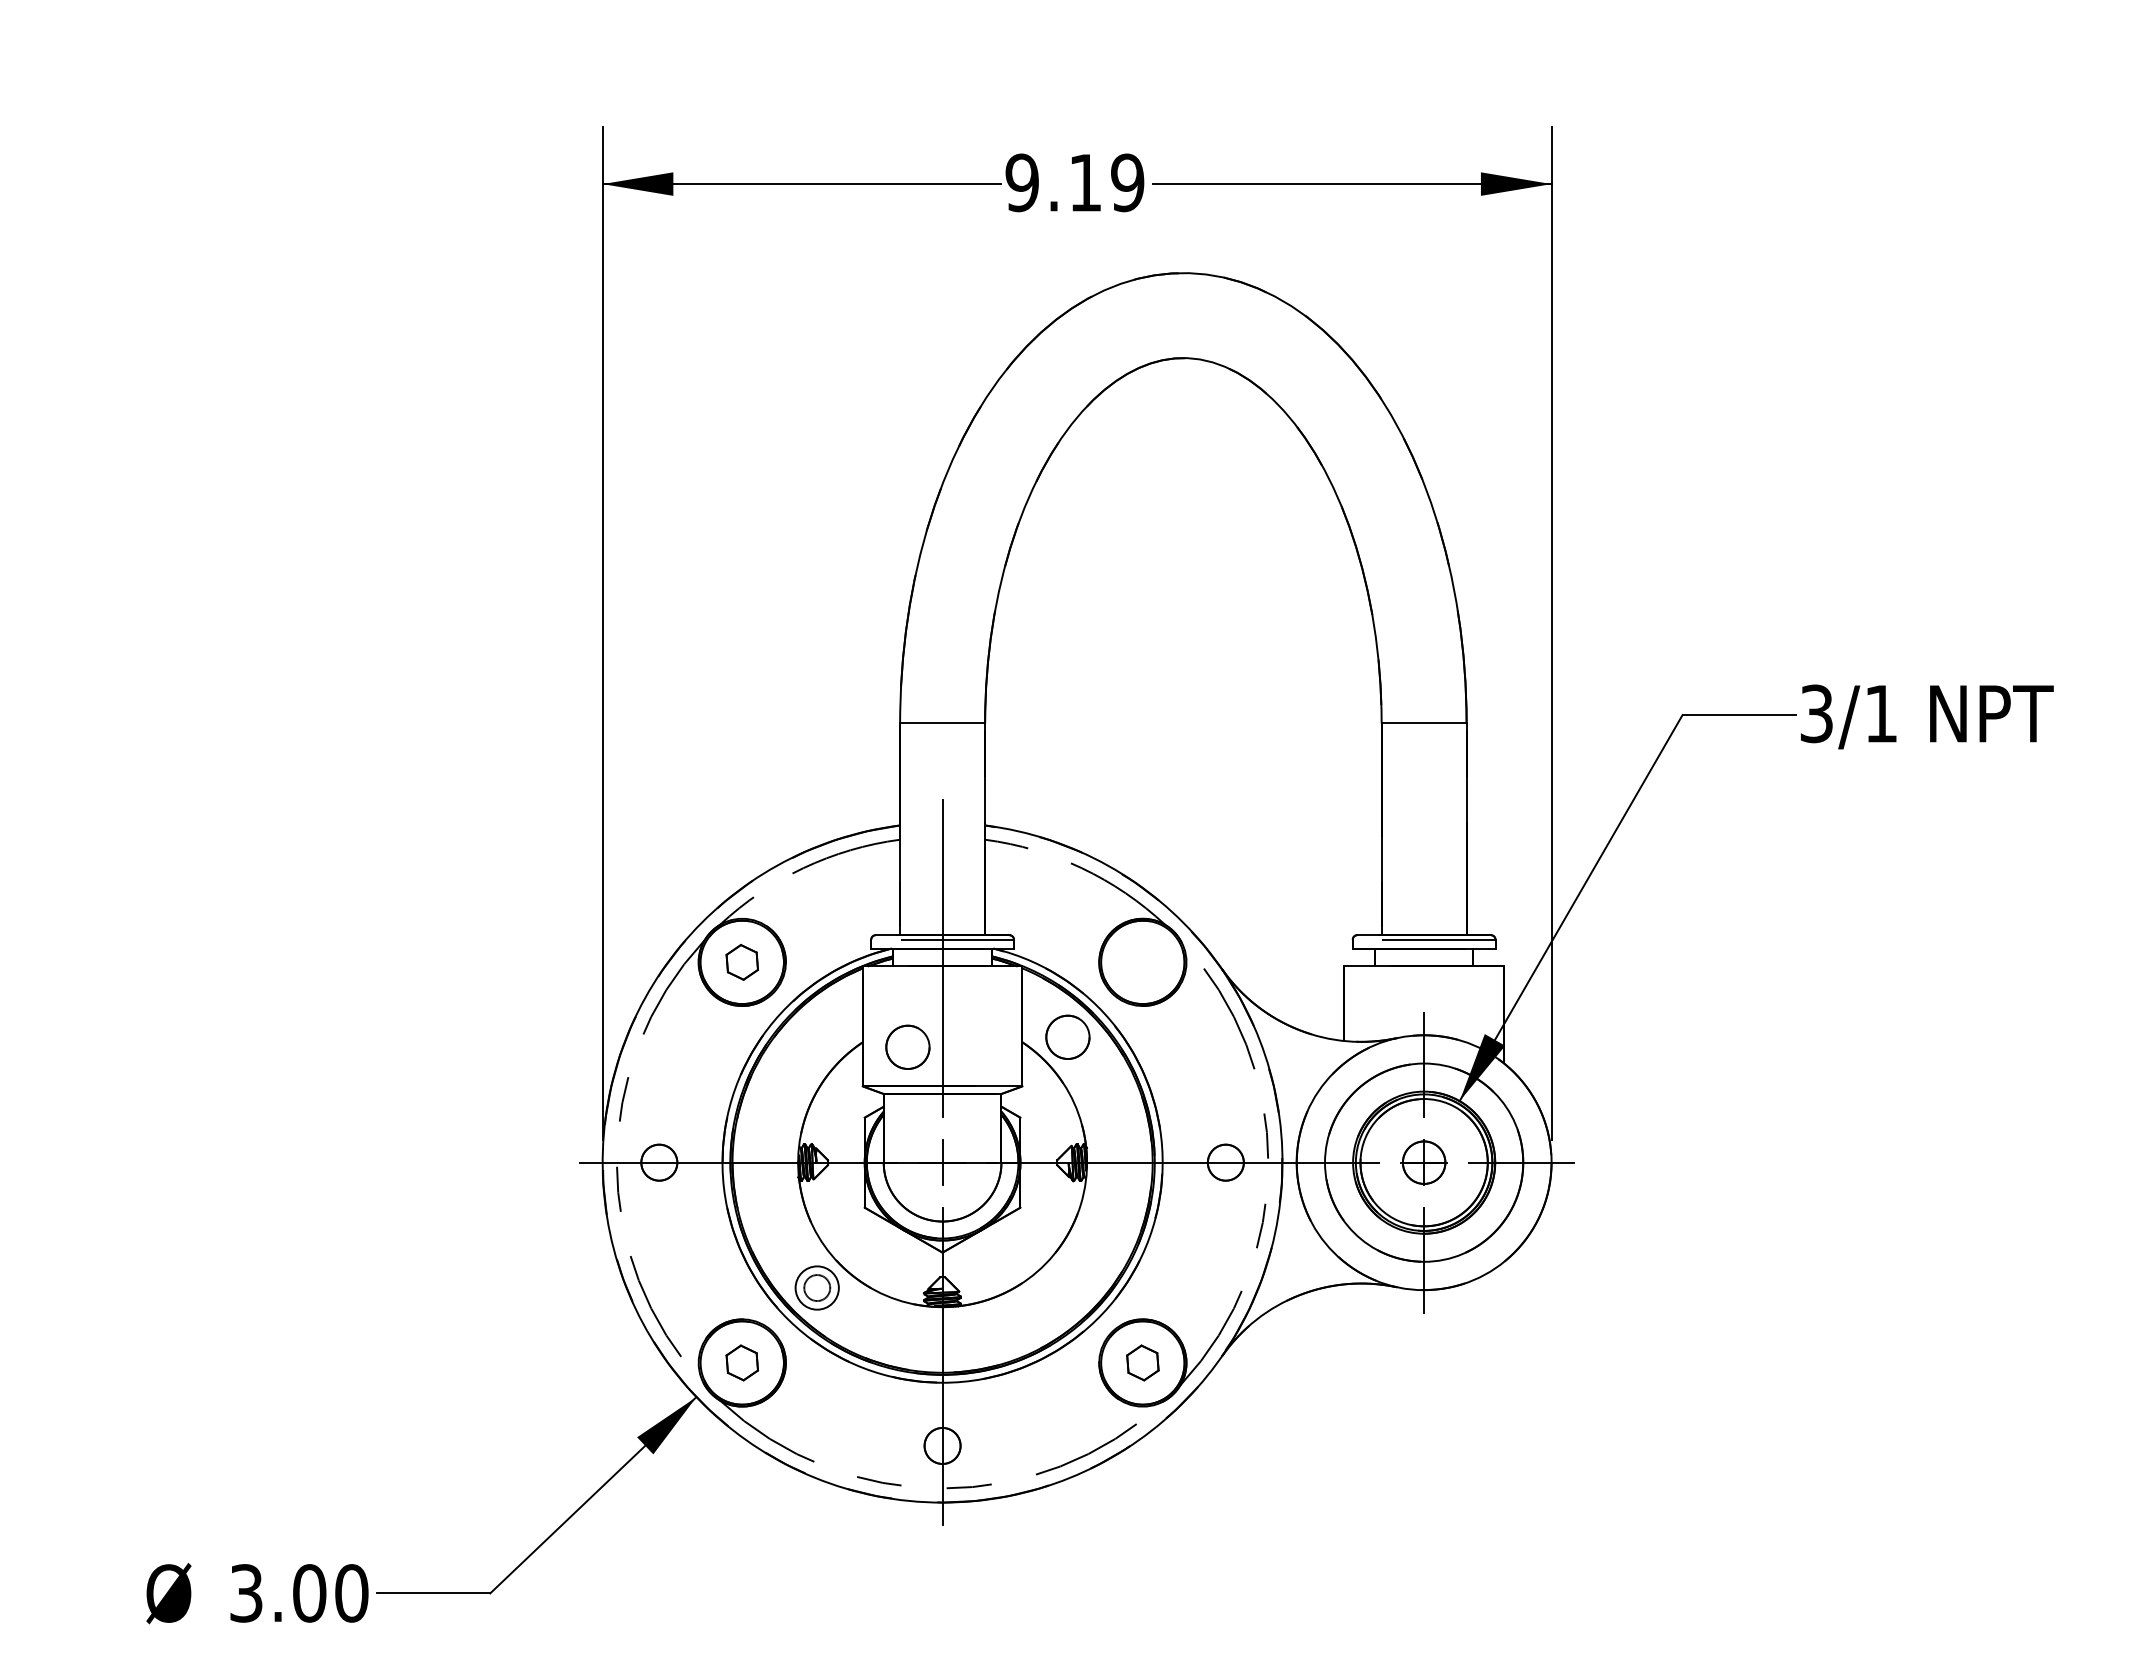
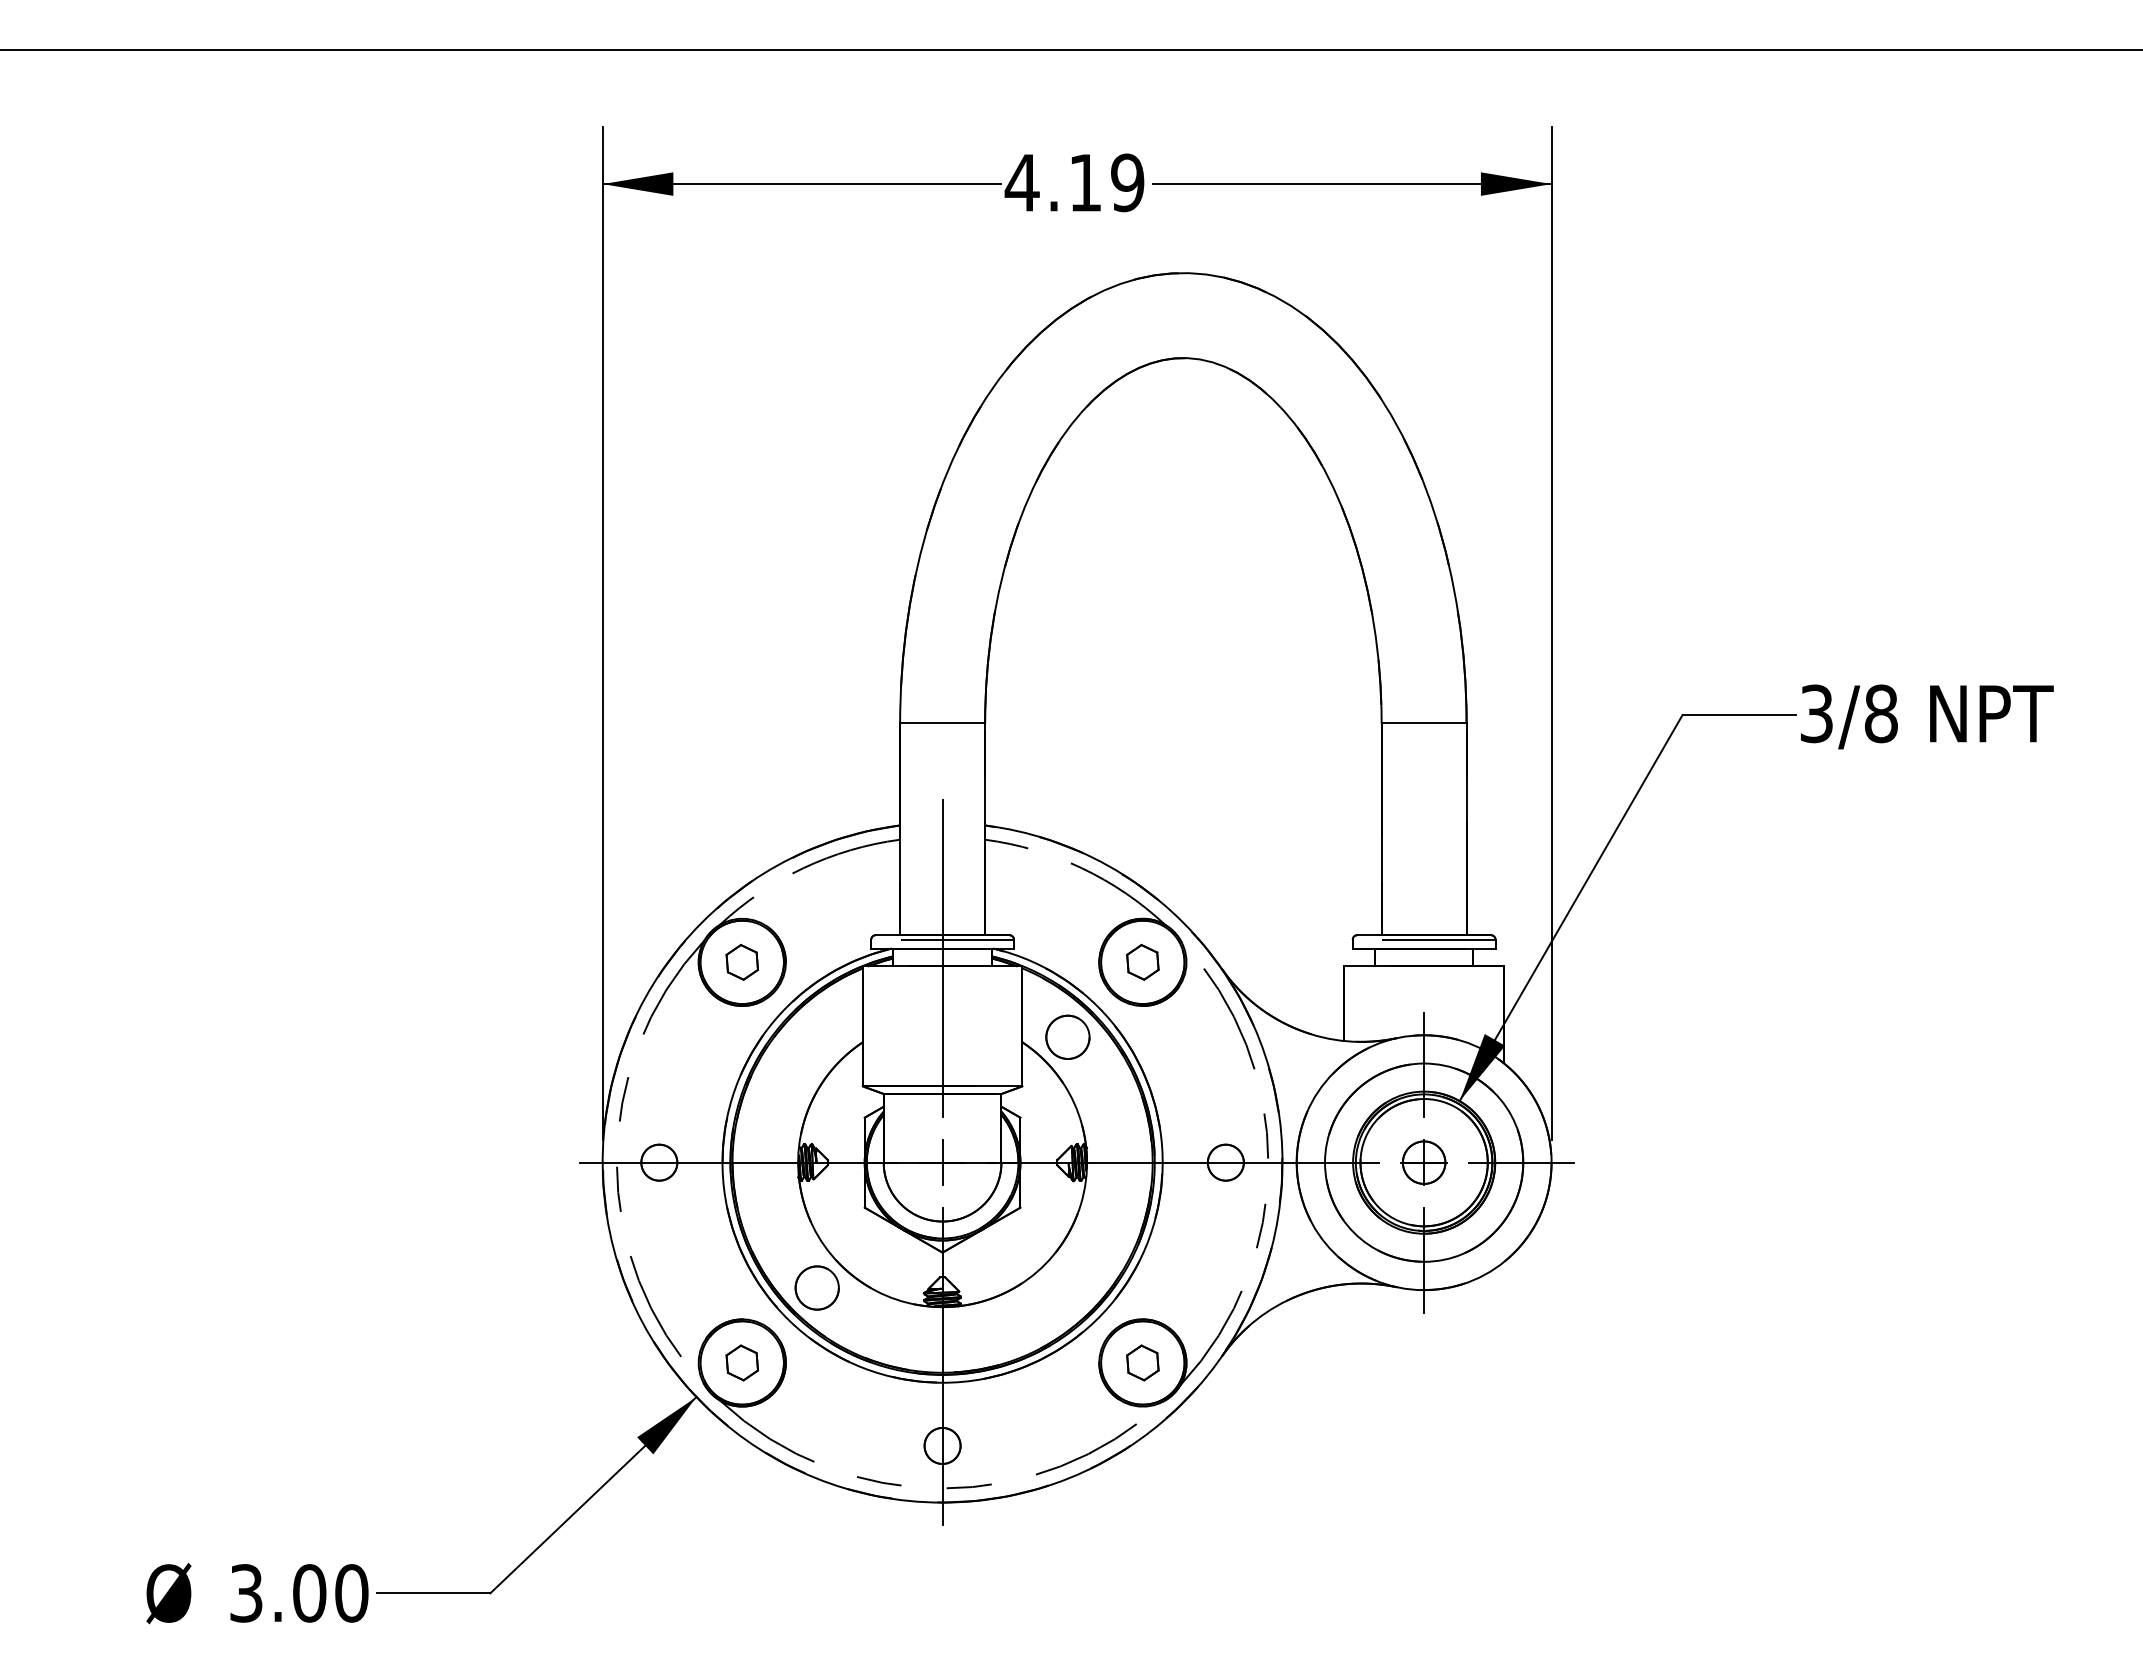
line at (1070, 50): none -> present
text at (1021, 182): 9.19 -> 4.19
text at (1880, 713): 3/1 -> 3/8
part at (1142, 961): none -> present
circle at (907, 1046): present -> none
circle at (817, 1288) diameter: 26 px -> 43 px
